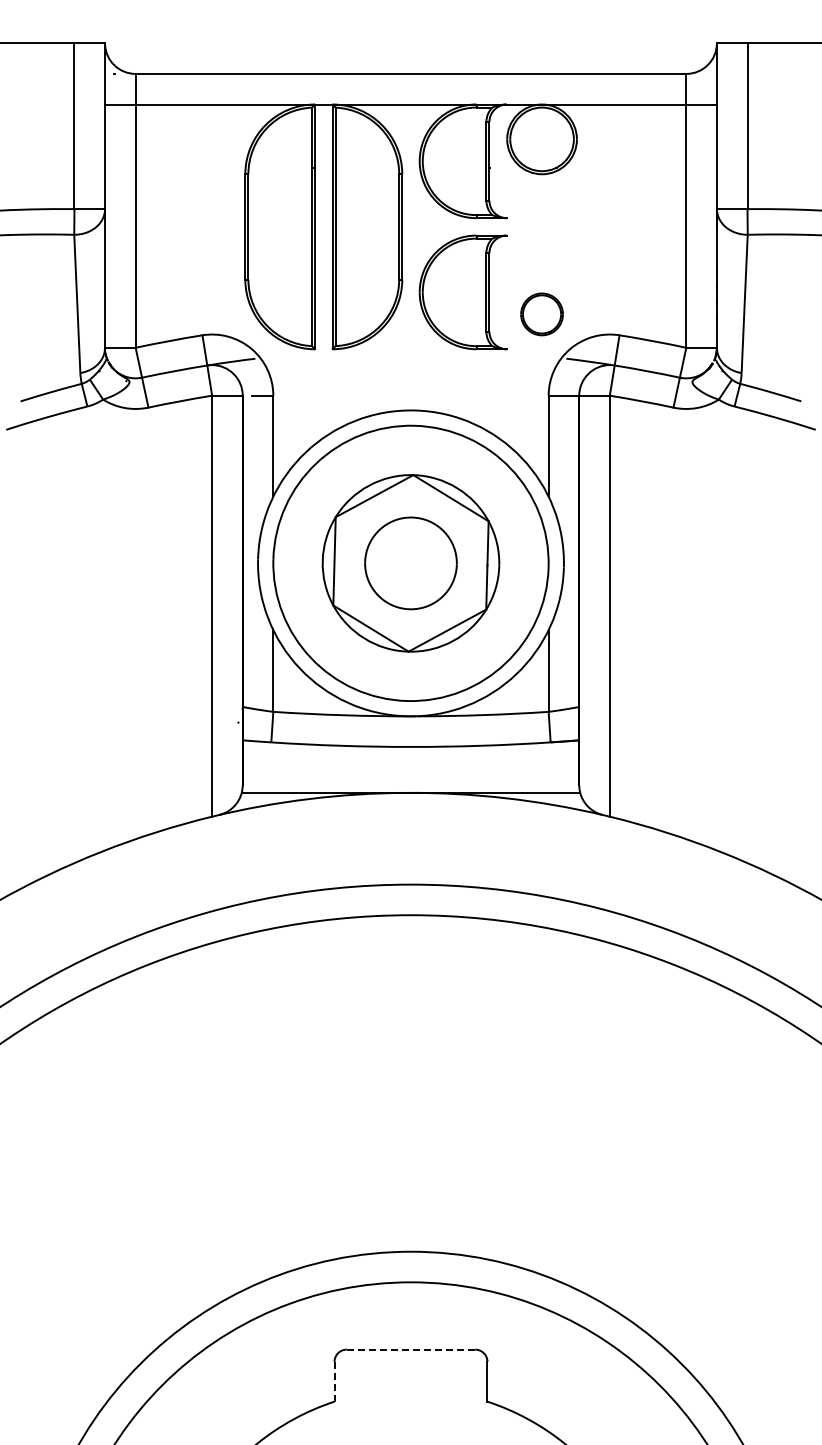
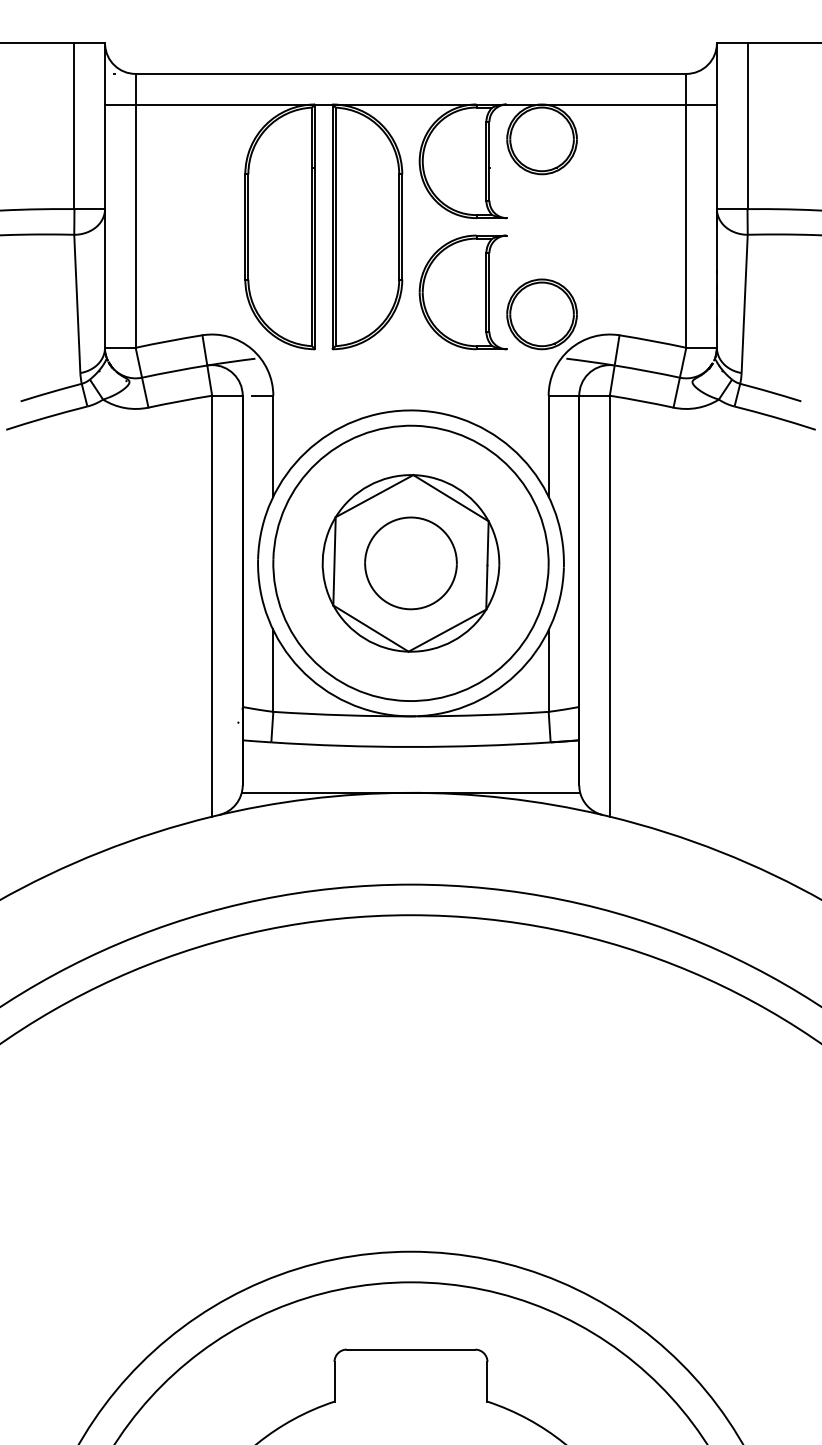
part at (541, 314) size: 44x45 px -> 72x73 px
line at (410, 1349): dashed -> solid
line at (334, 1381): dashed -> solid
